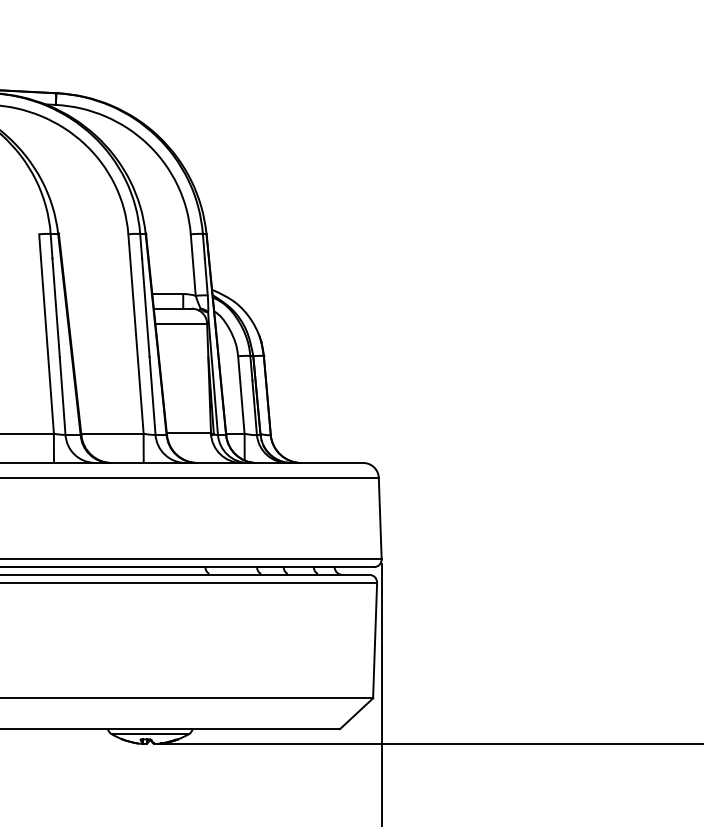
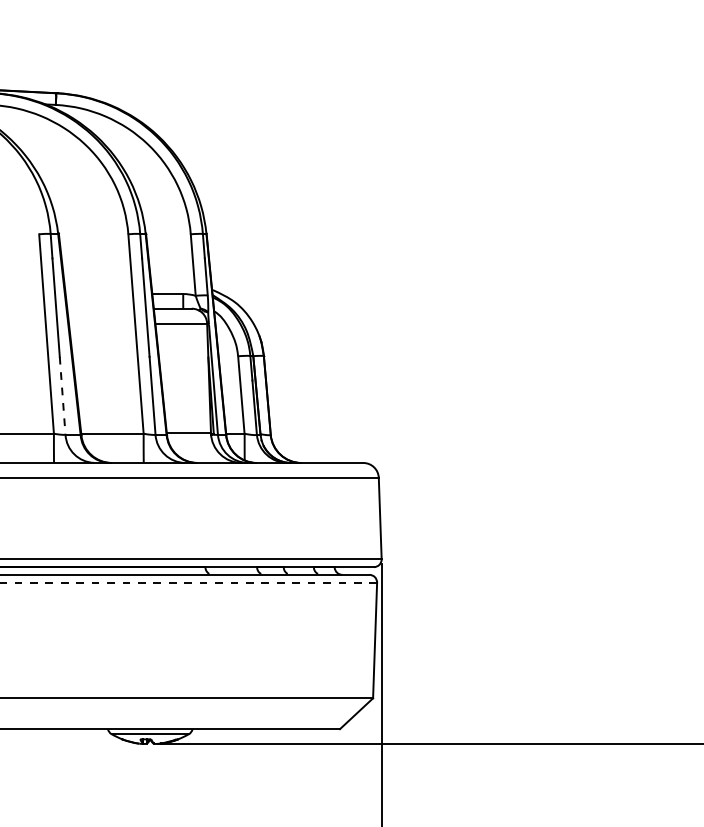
line at (62, 396): solid -> dashed
line at (188, 582): solid -> dashed
